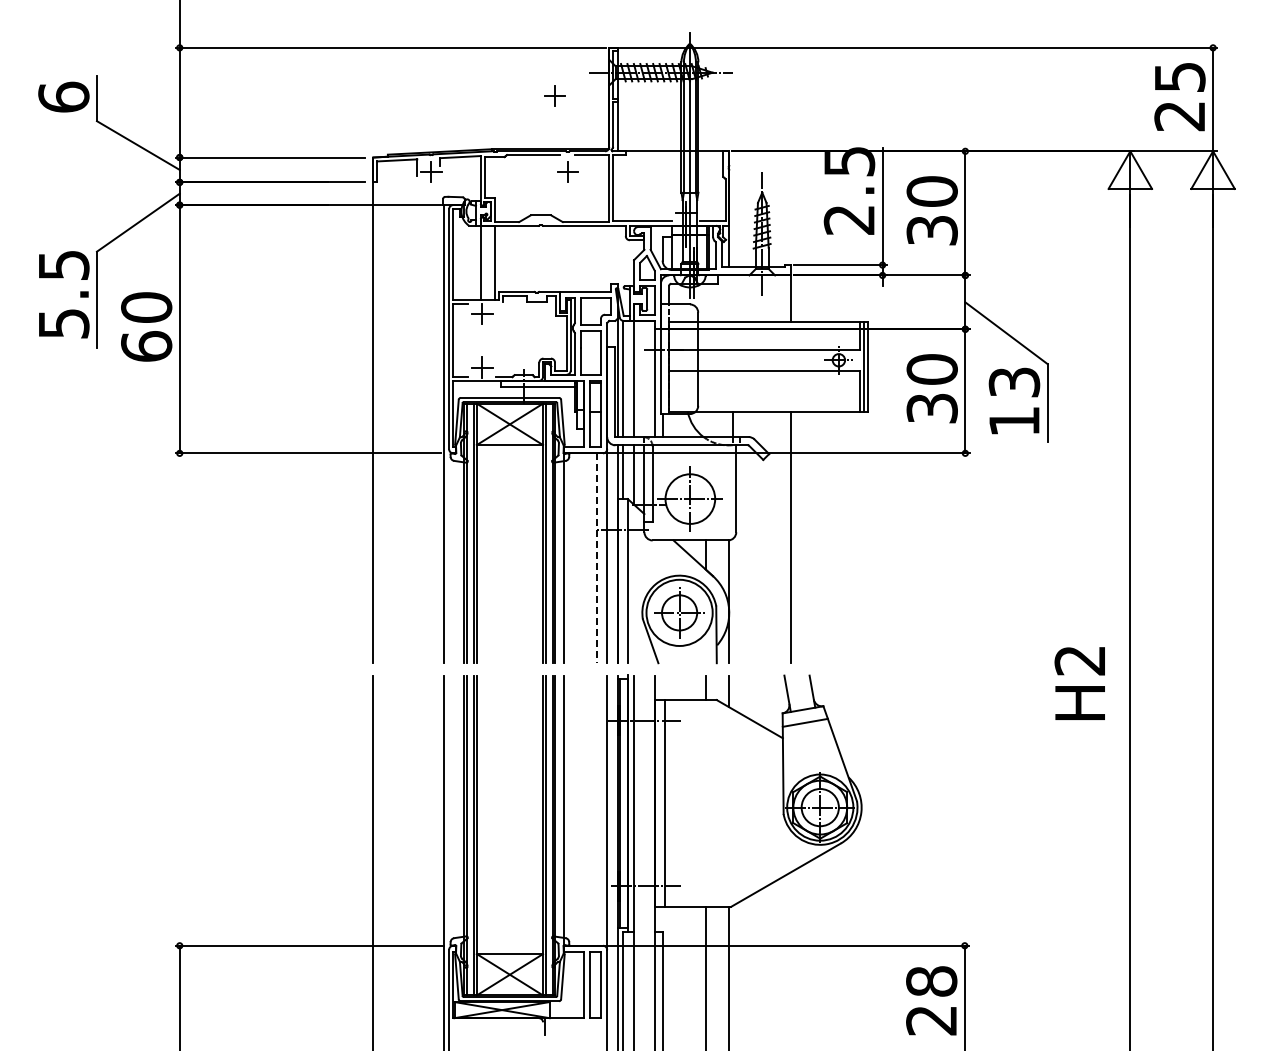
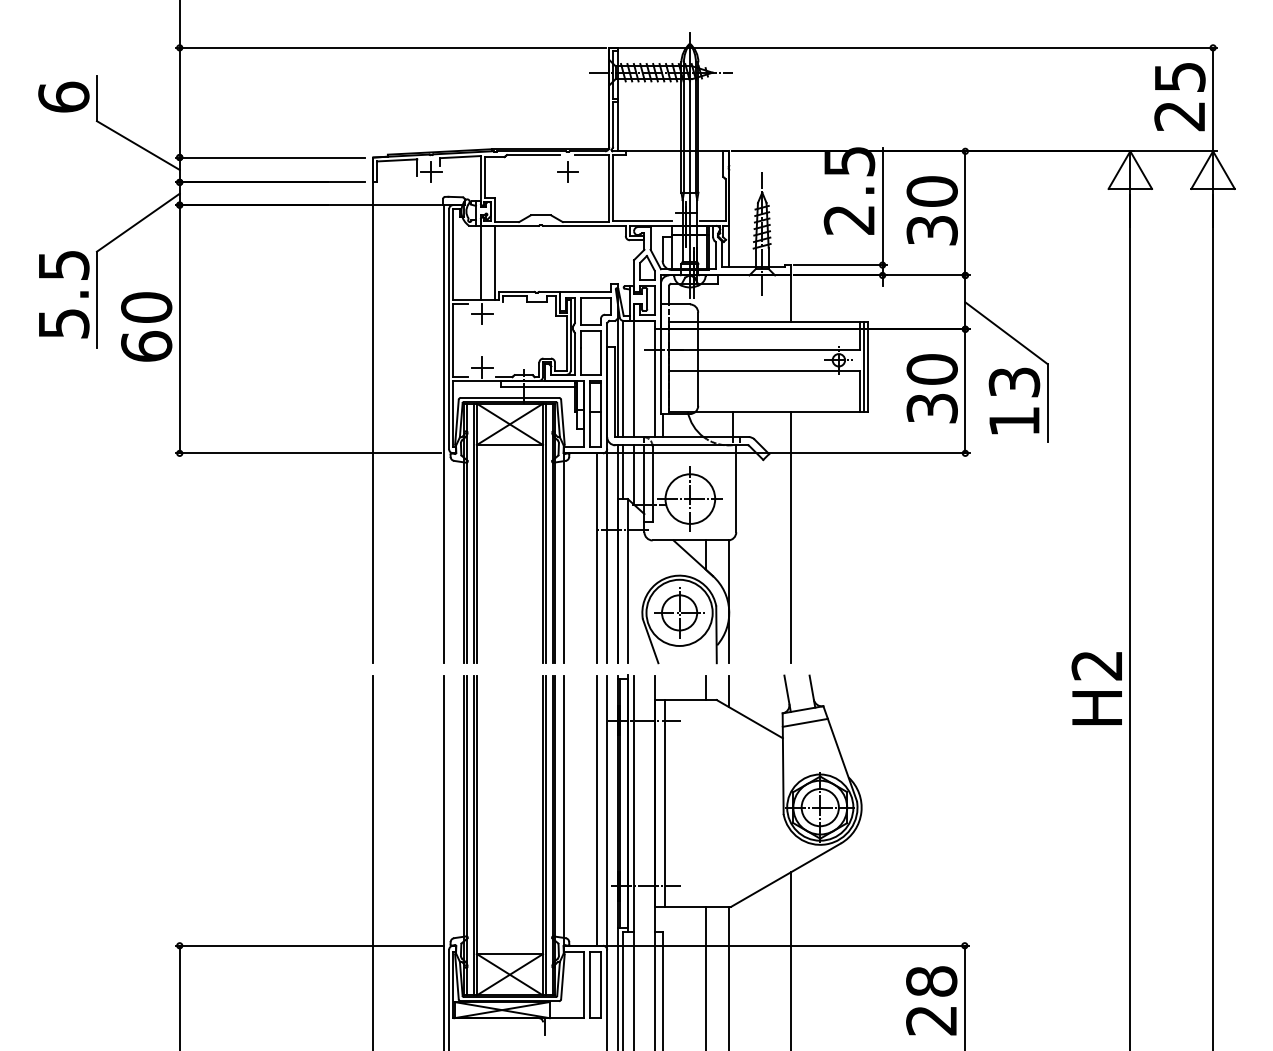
part at (554, 95): present -> none
line at (597, 558): dashed -> solid
text at (1079, 683) position: (1079, 683) -> (1096, 688)
line at (597, 810): none -> present
line at (791, 959): none -> present
